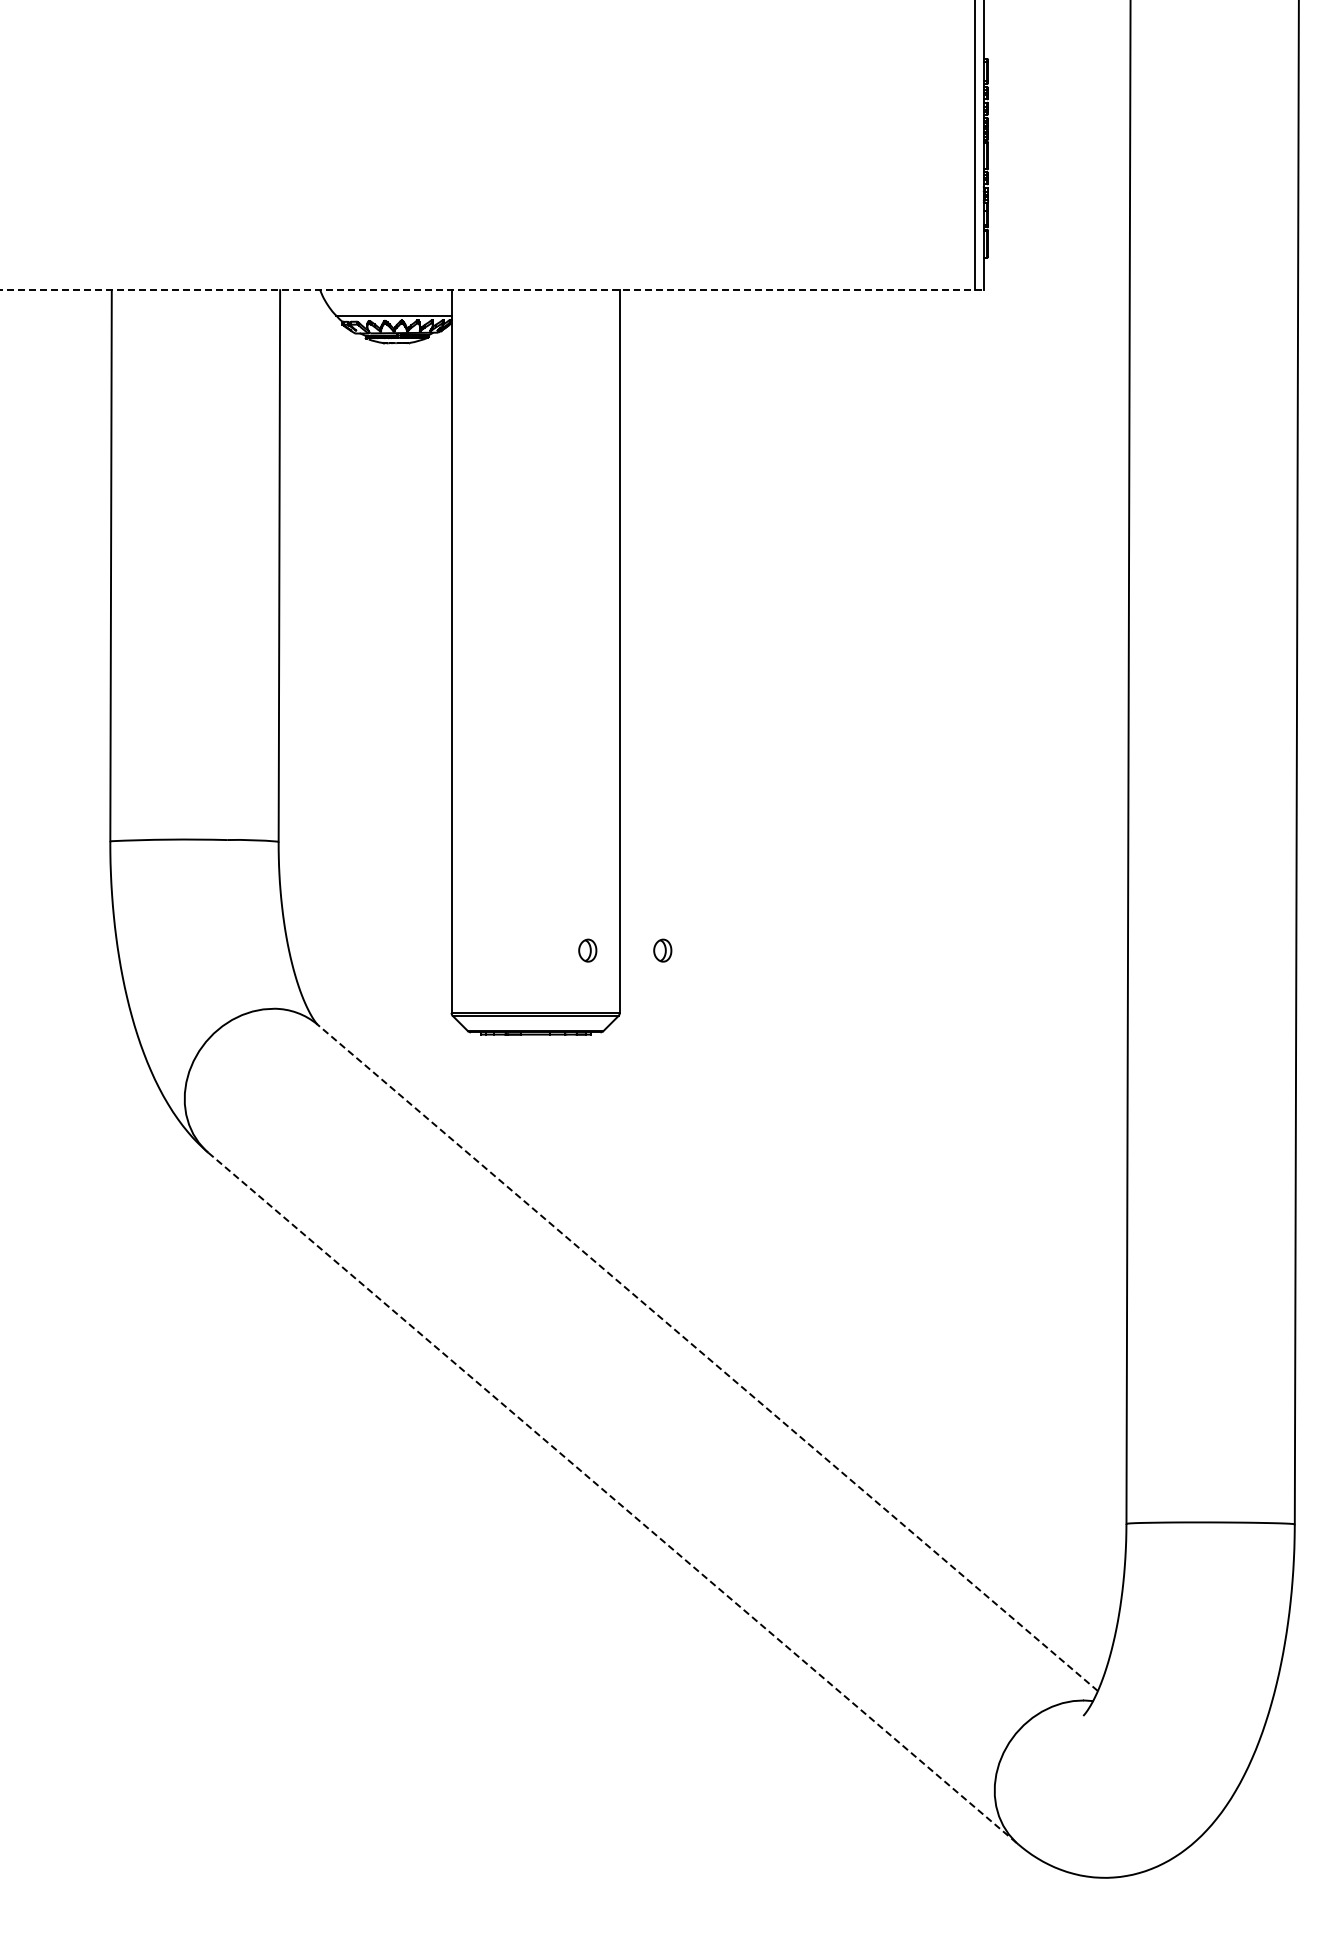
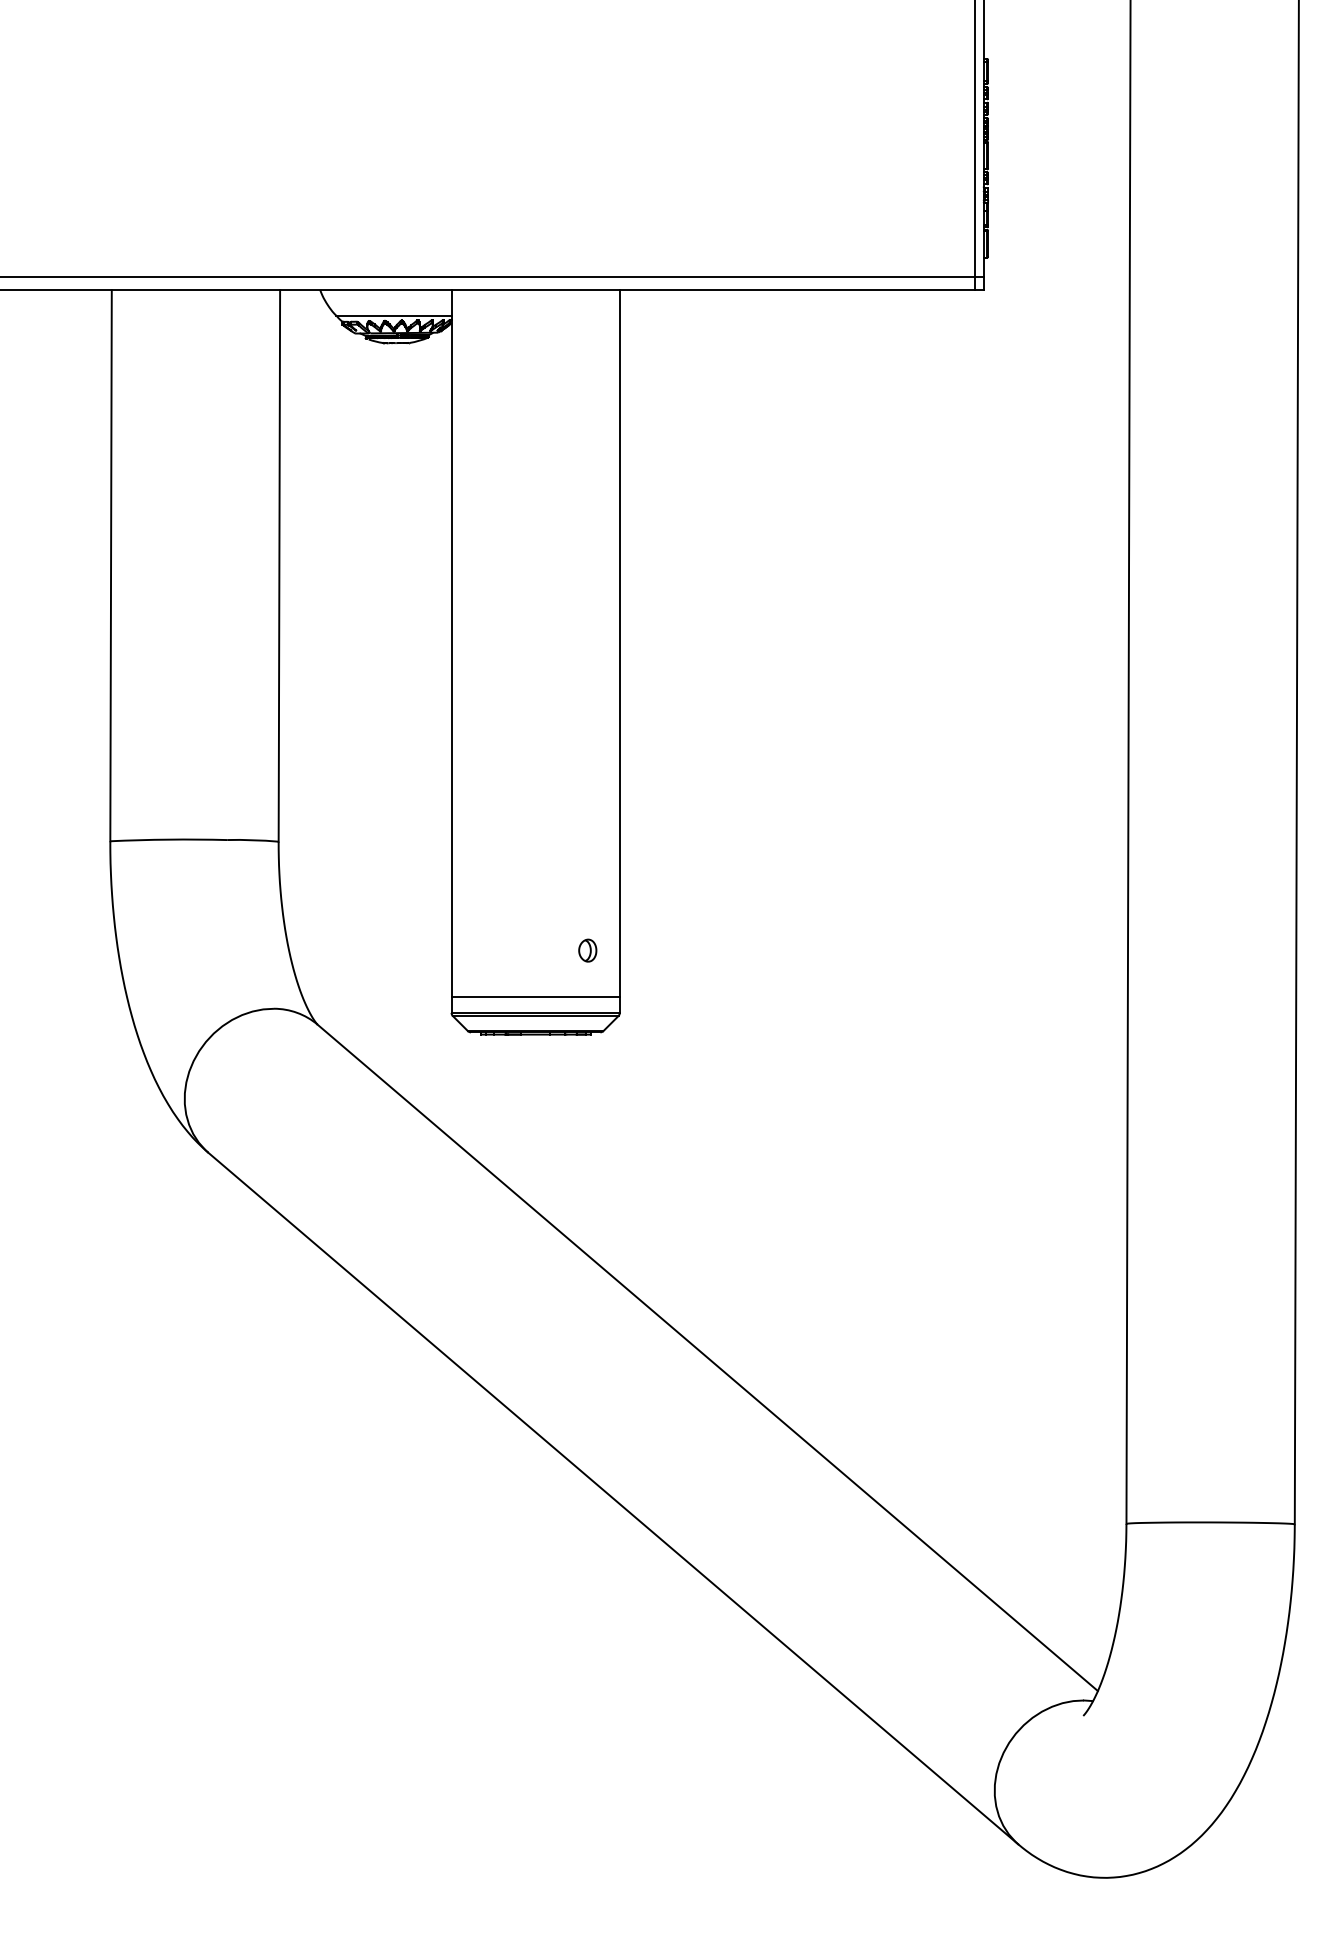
line at (492, 276): none -> present
line at (492, 290): dashed -> solid
part at (662, 950): present -> none
line at (535, 997): none -> present
line at (707, 1357): dashed -> solid
line at (613, 1498): dashed -> solid
